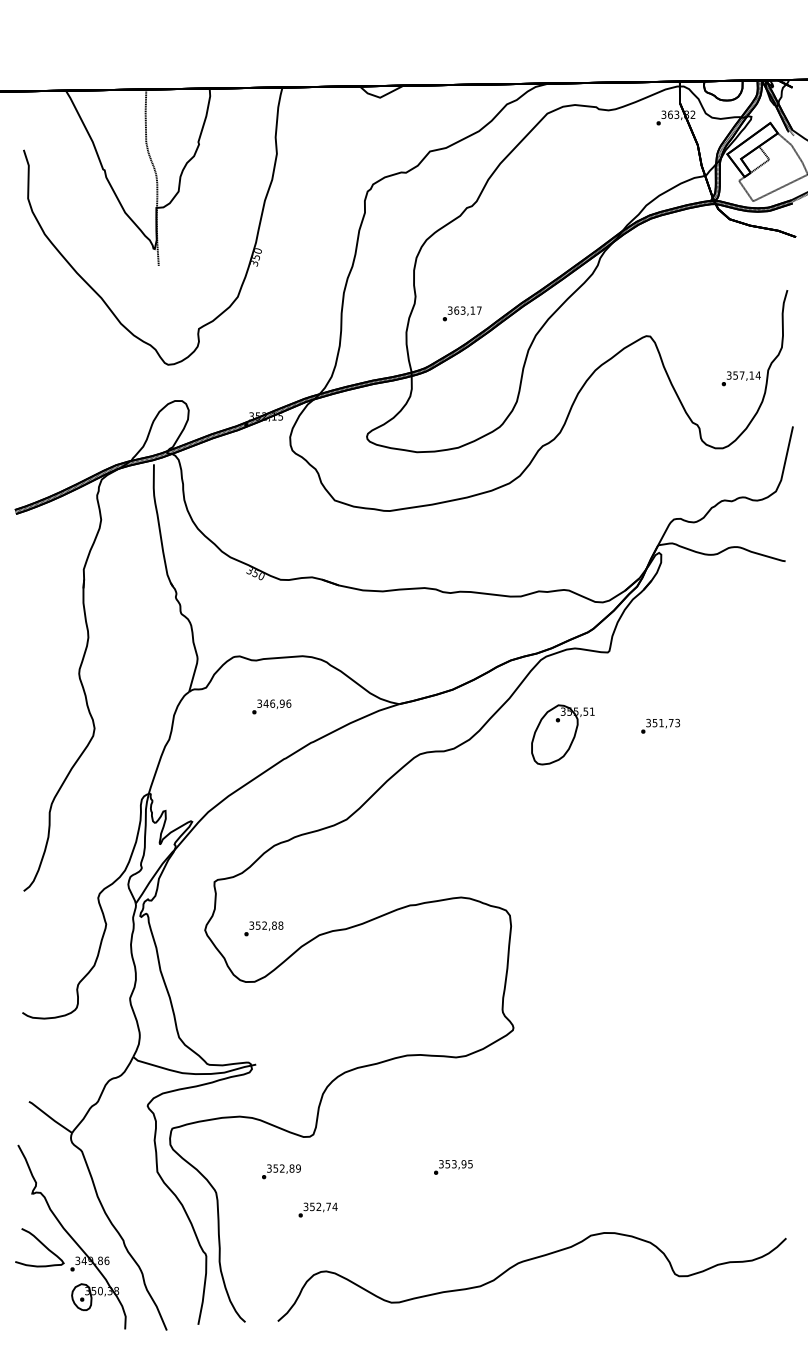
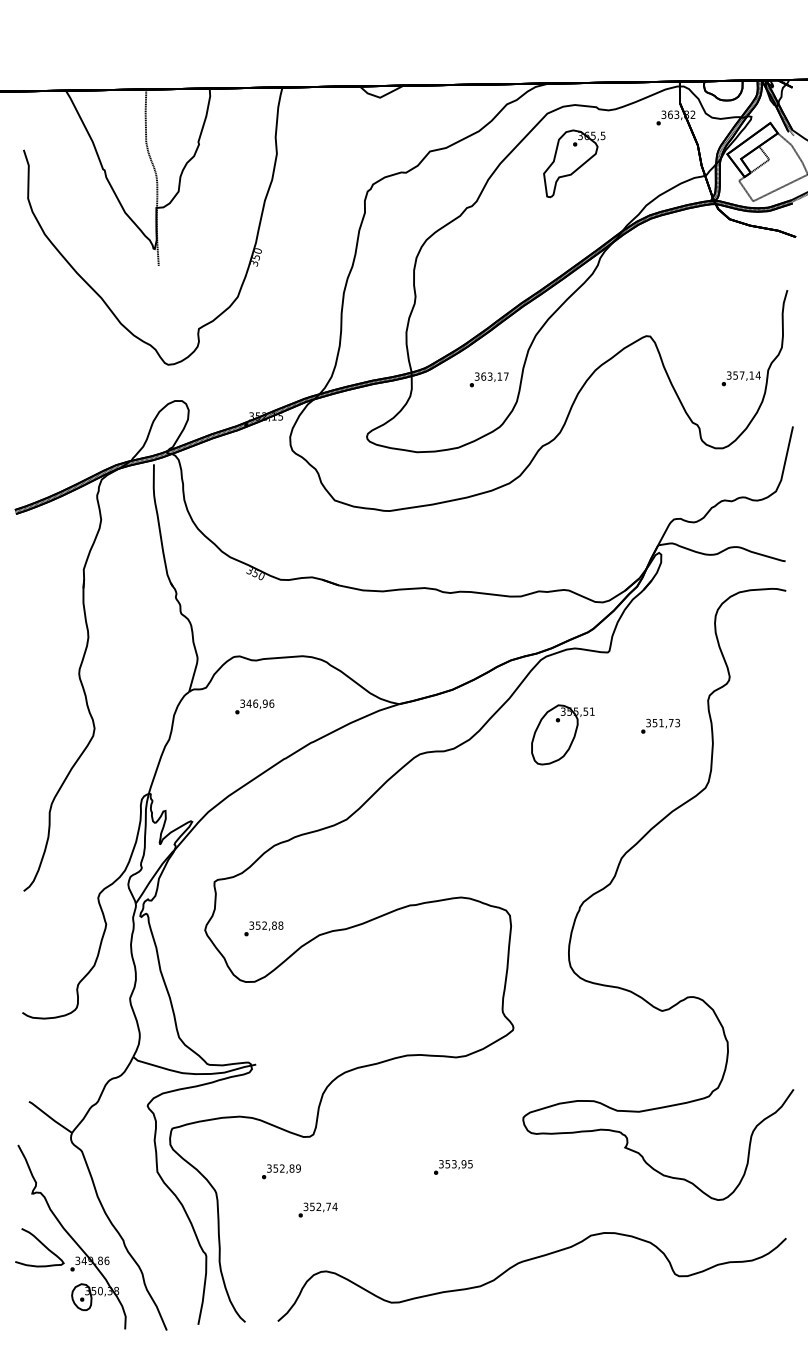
part at (574, 163): none -> present
text at (461, 313) position: (461, 313) -> (488, 379)
text at (271, 706) position: (271, 706) -> (254, 706)
curve at (616, 875): none -> present
